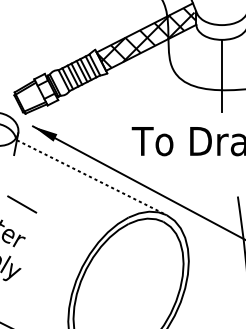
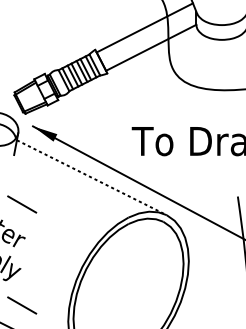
hatch at (146, 37): present -> none
line at (222, 75): present -> none
line at (22, 305): none -> present
